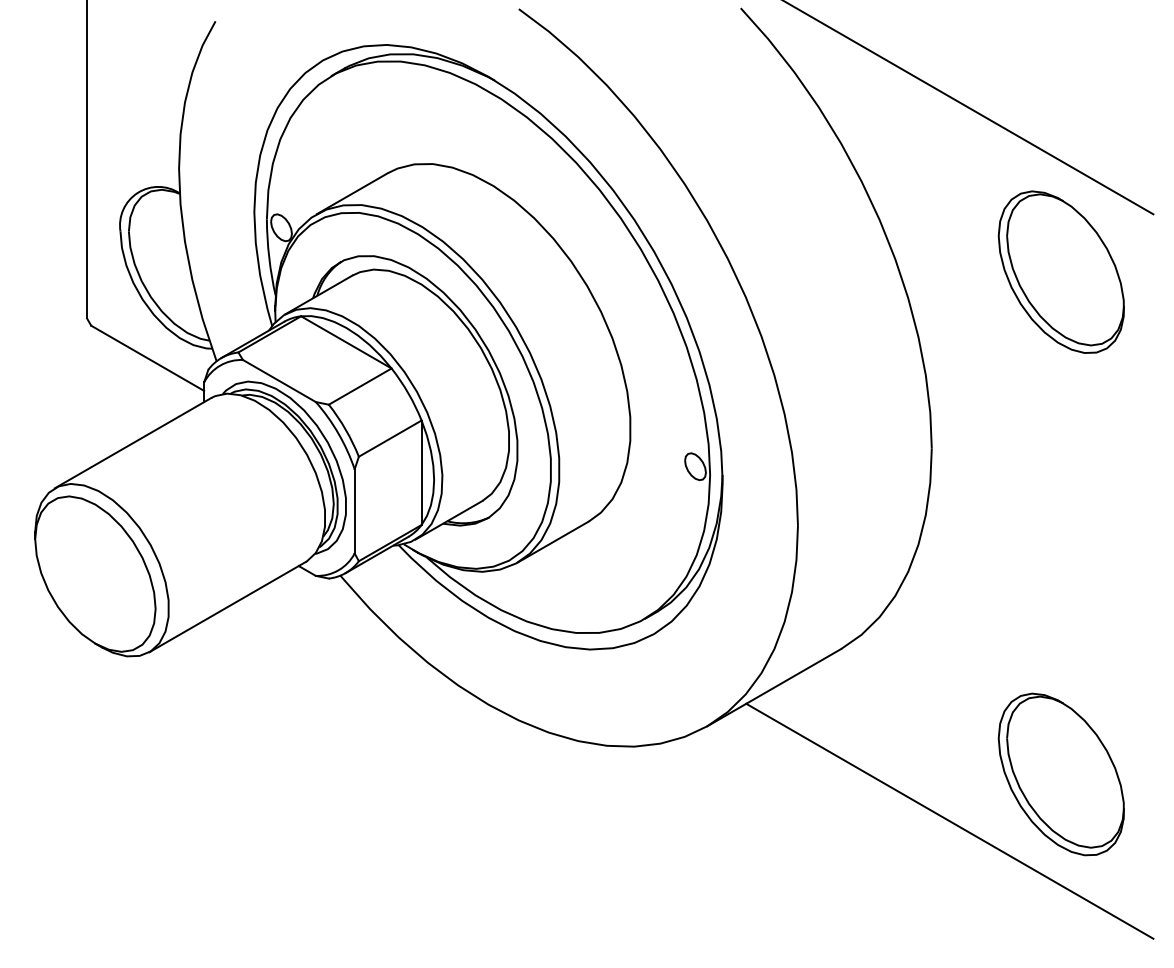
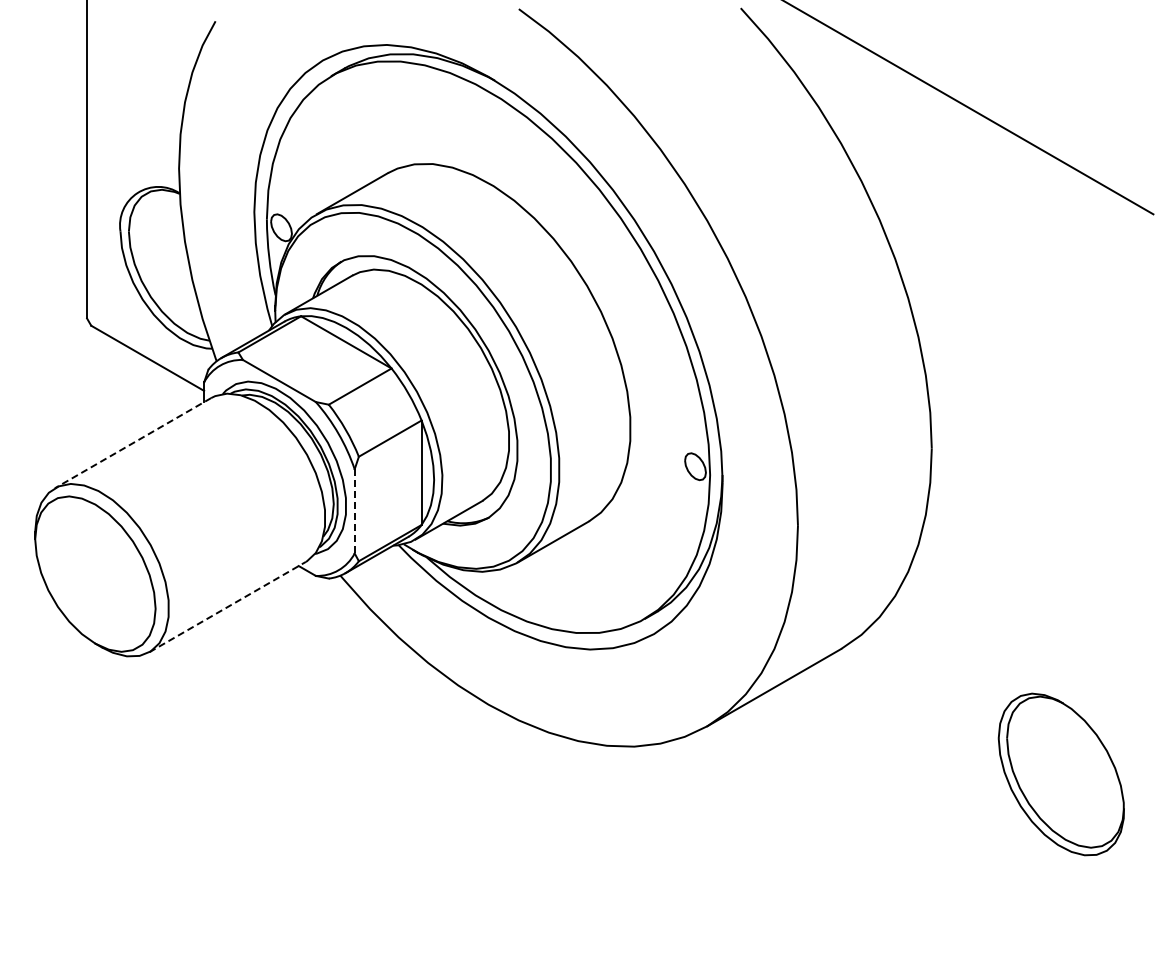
part at (1060, 271): present -> none
line at (132, 443): solid -> dashed
line at (354, 510): solid -> dashed
line at (228, 606): solid -> dashed
line at (949, 820): present -> none
